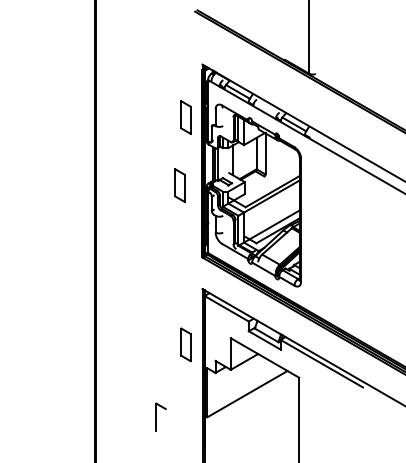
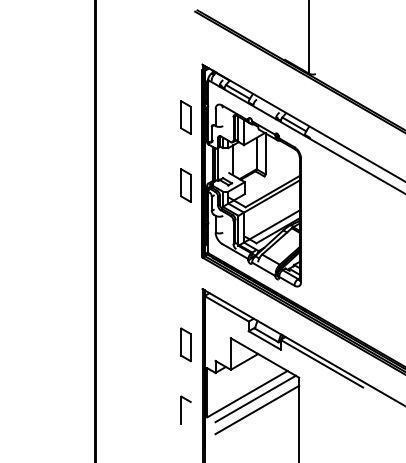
part at (179, 185) position: (179, 185) -> (185, 185)
line at (255, 398): none -> present
line at (257, 409): none -> present
part at (160, 416) position: (160, 416) -> (185, 409)
